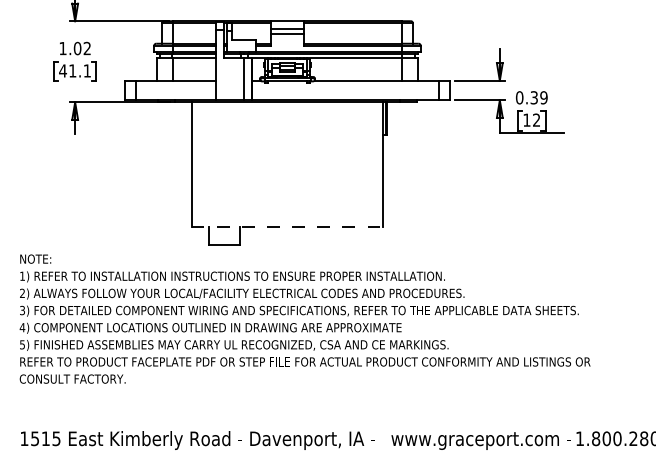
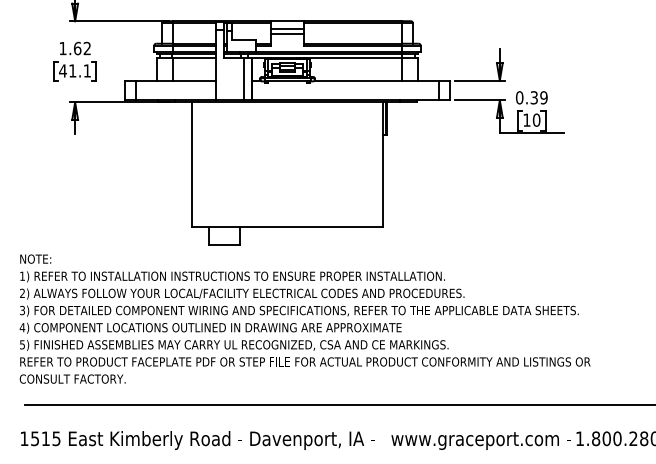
text at (77, 47): 1.02 -> 1.62
text at (536, 119): 12 -> 10
line at (287, 227): dashed -> solid
line at (338, 404): none -> present
